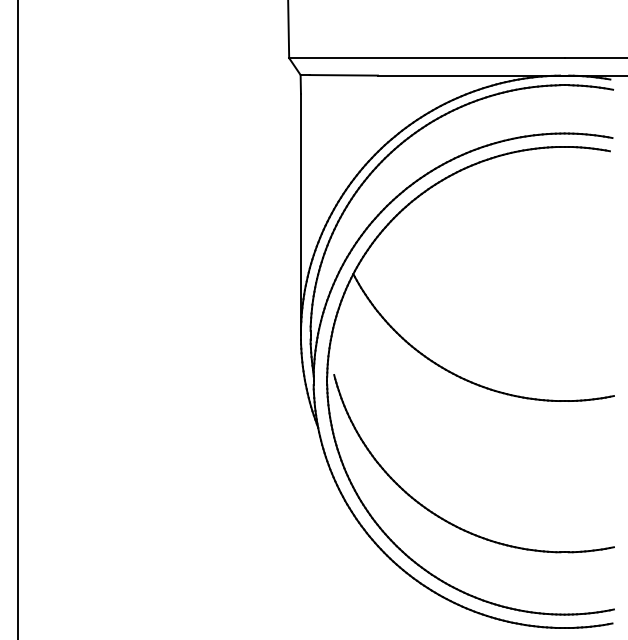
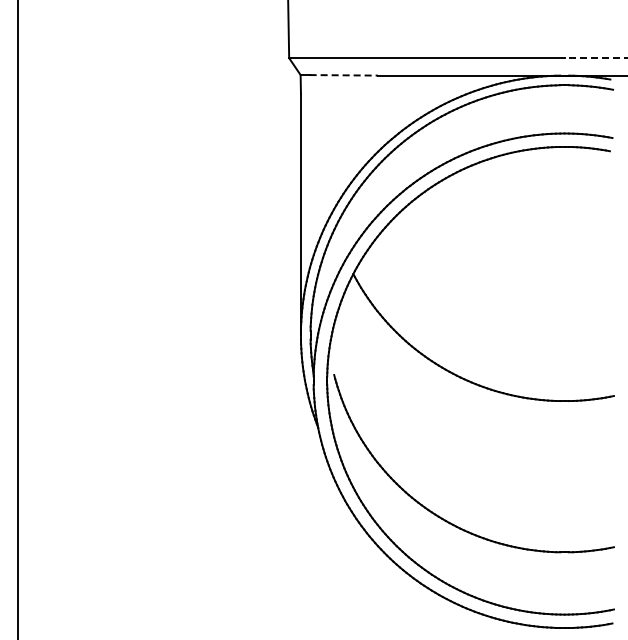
line at (595, 58): solid -> dashed
line at (344, 75): solid -> dashed
